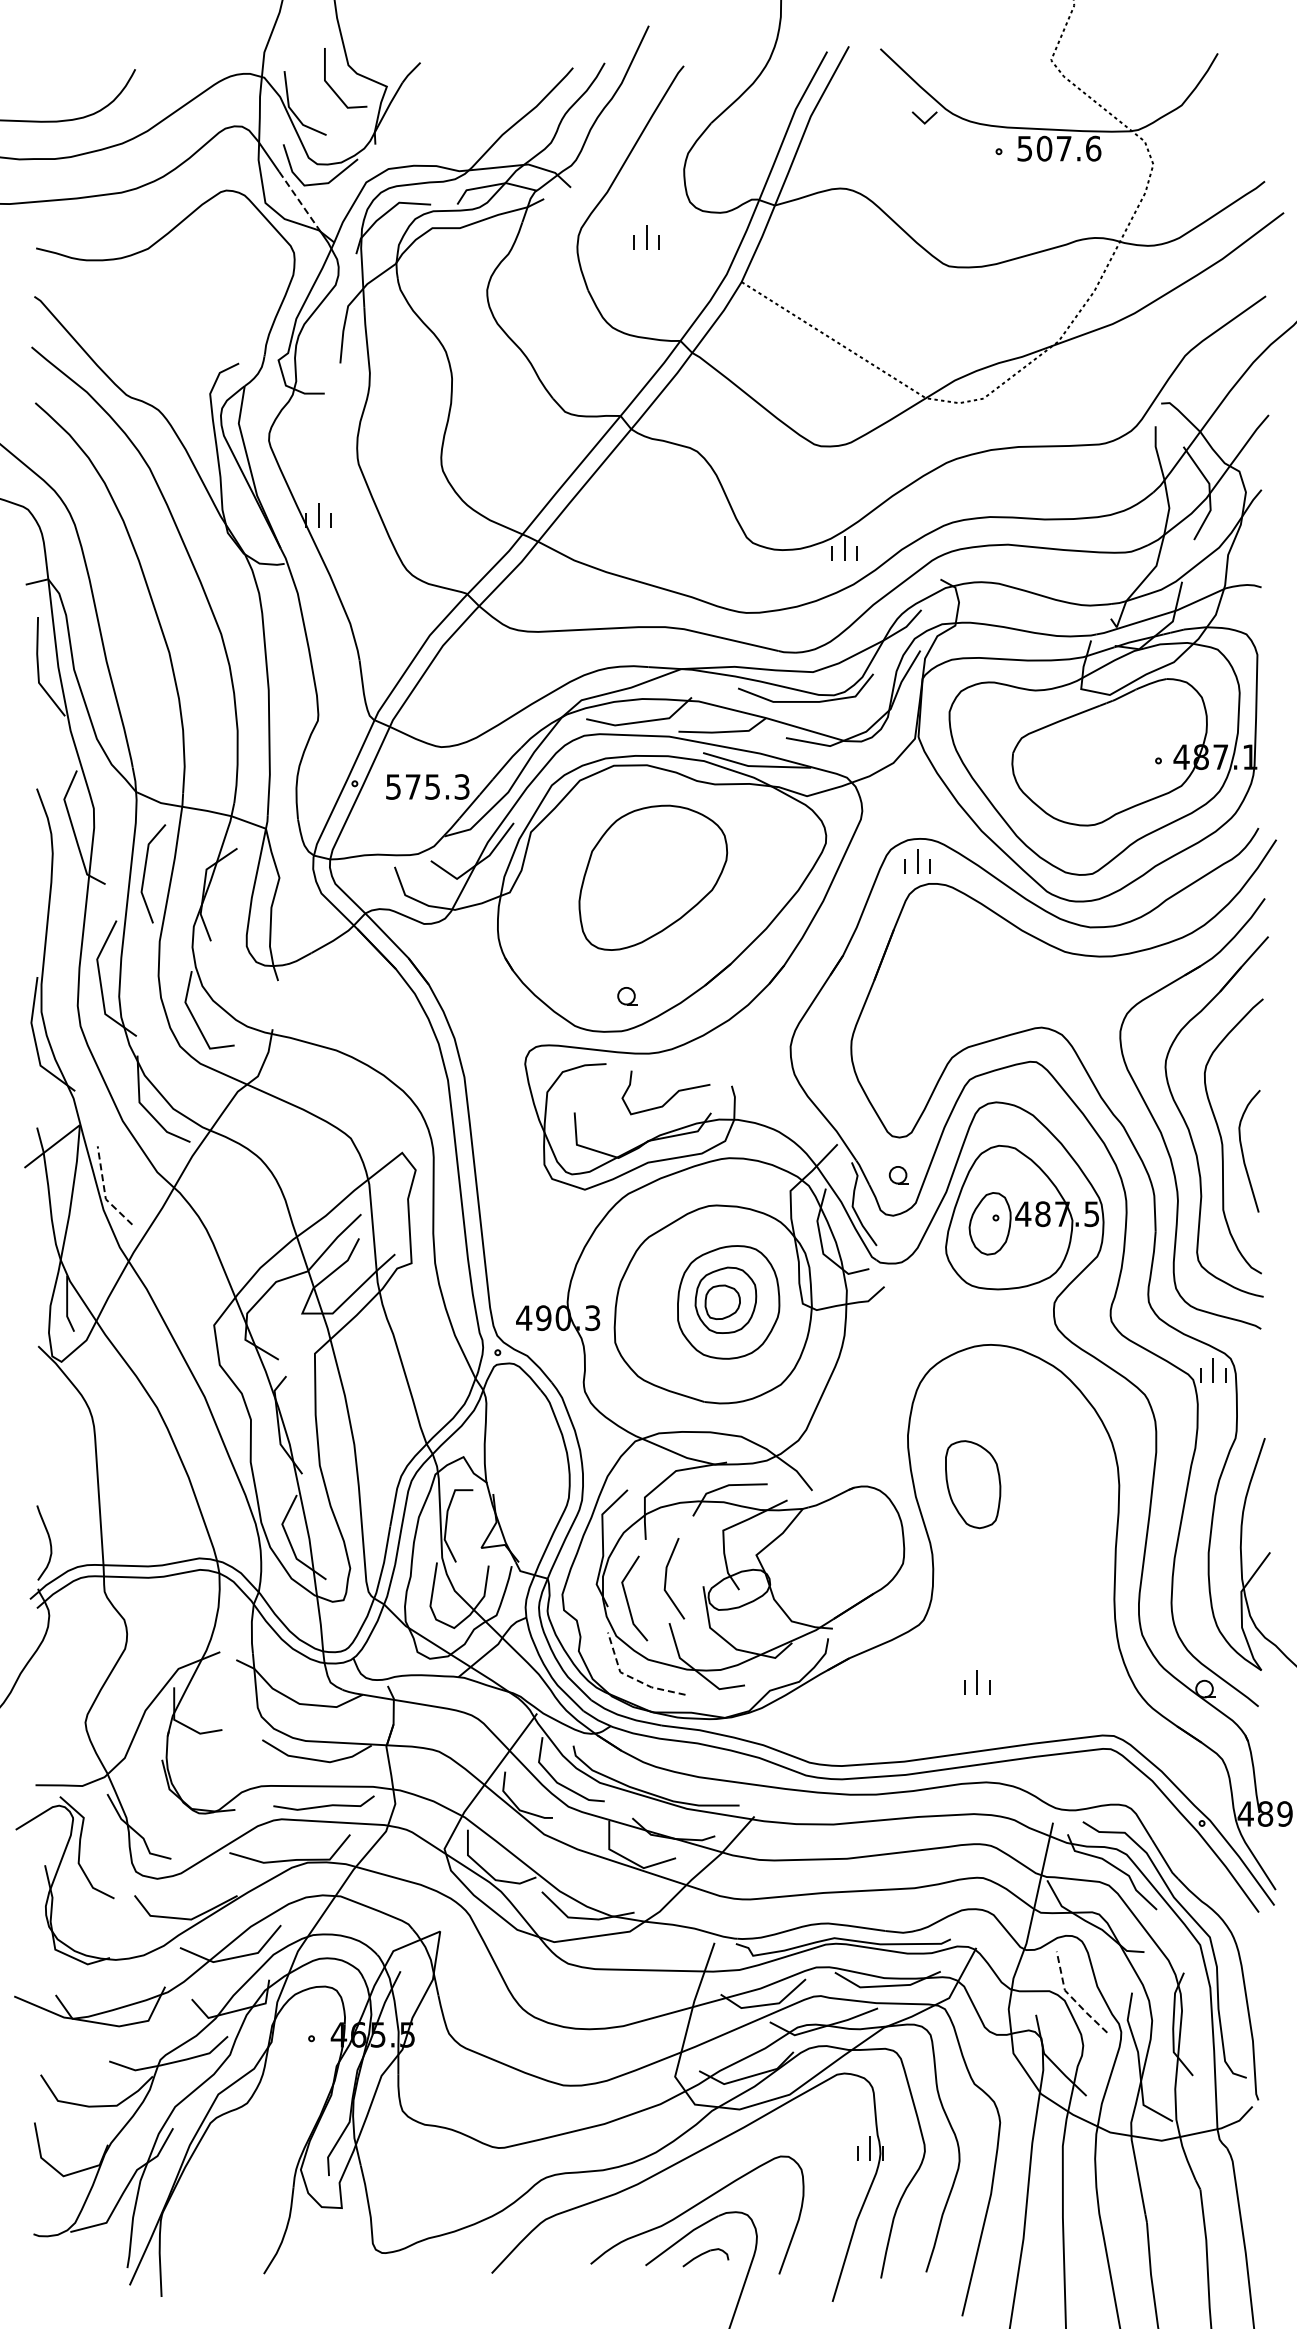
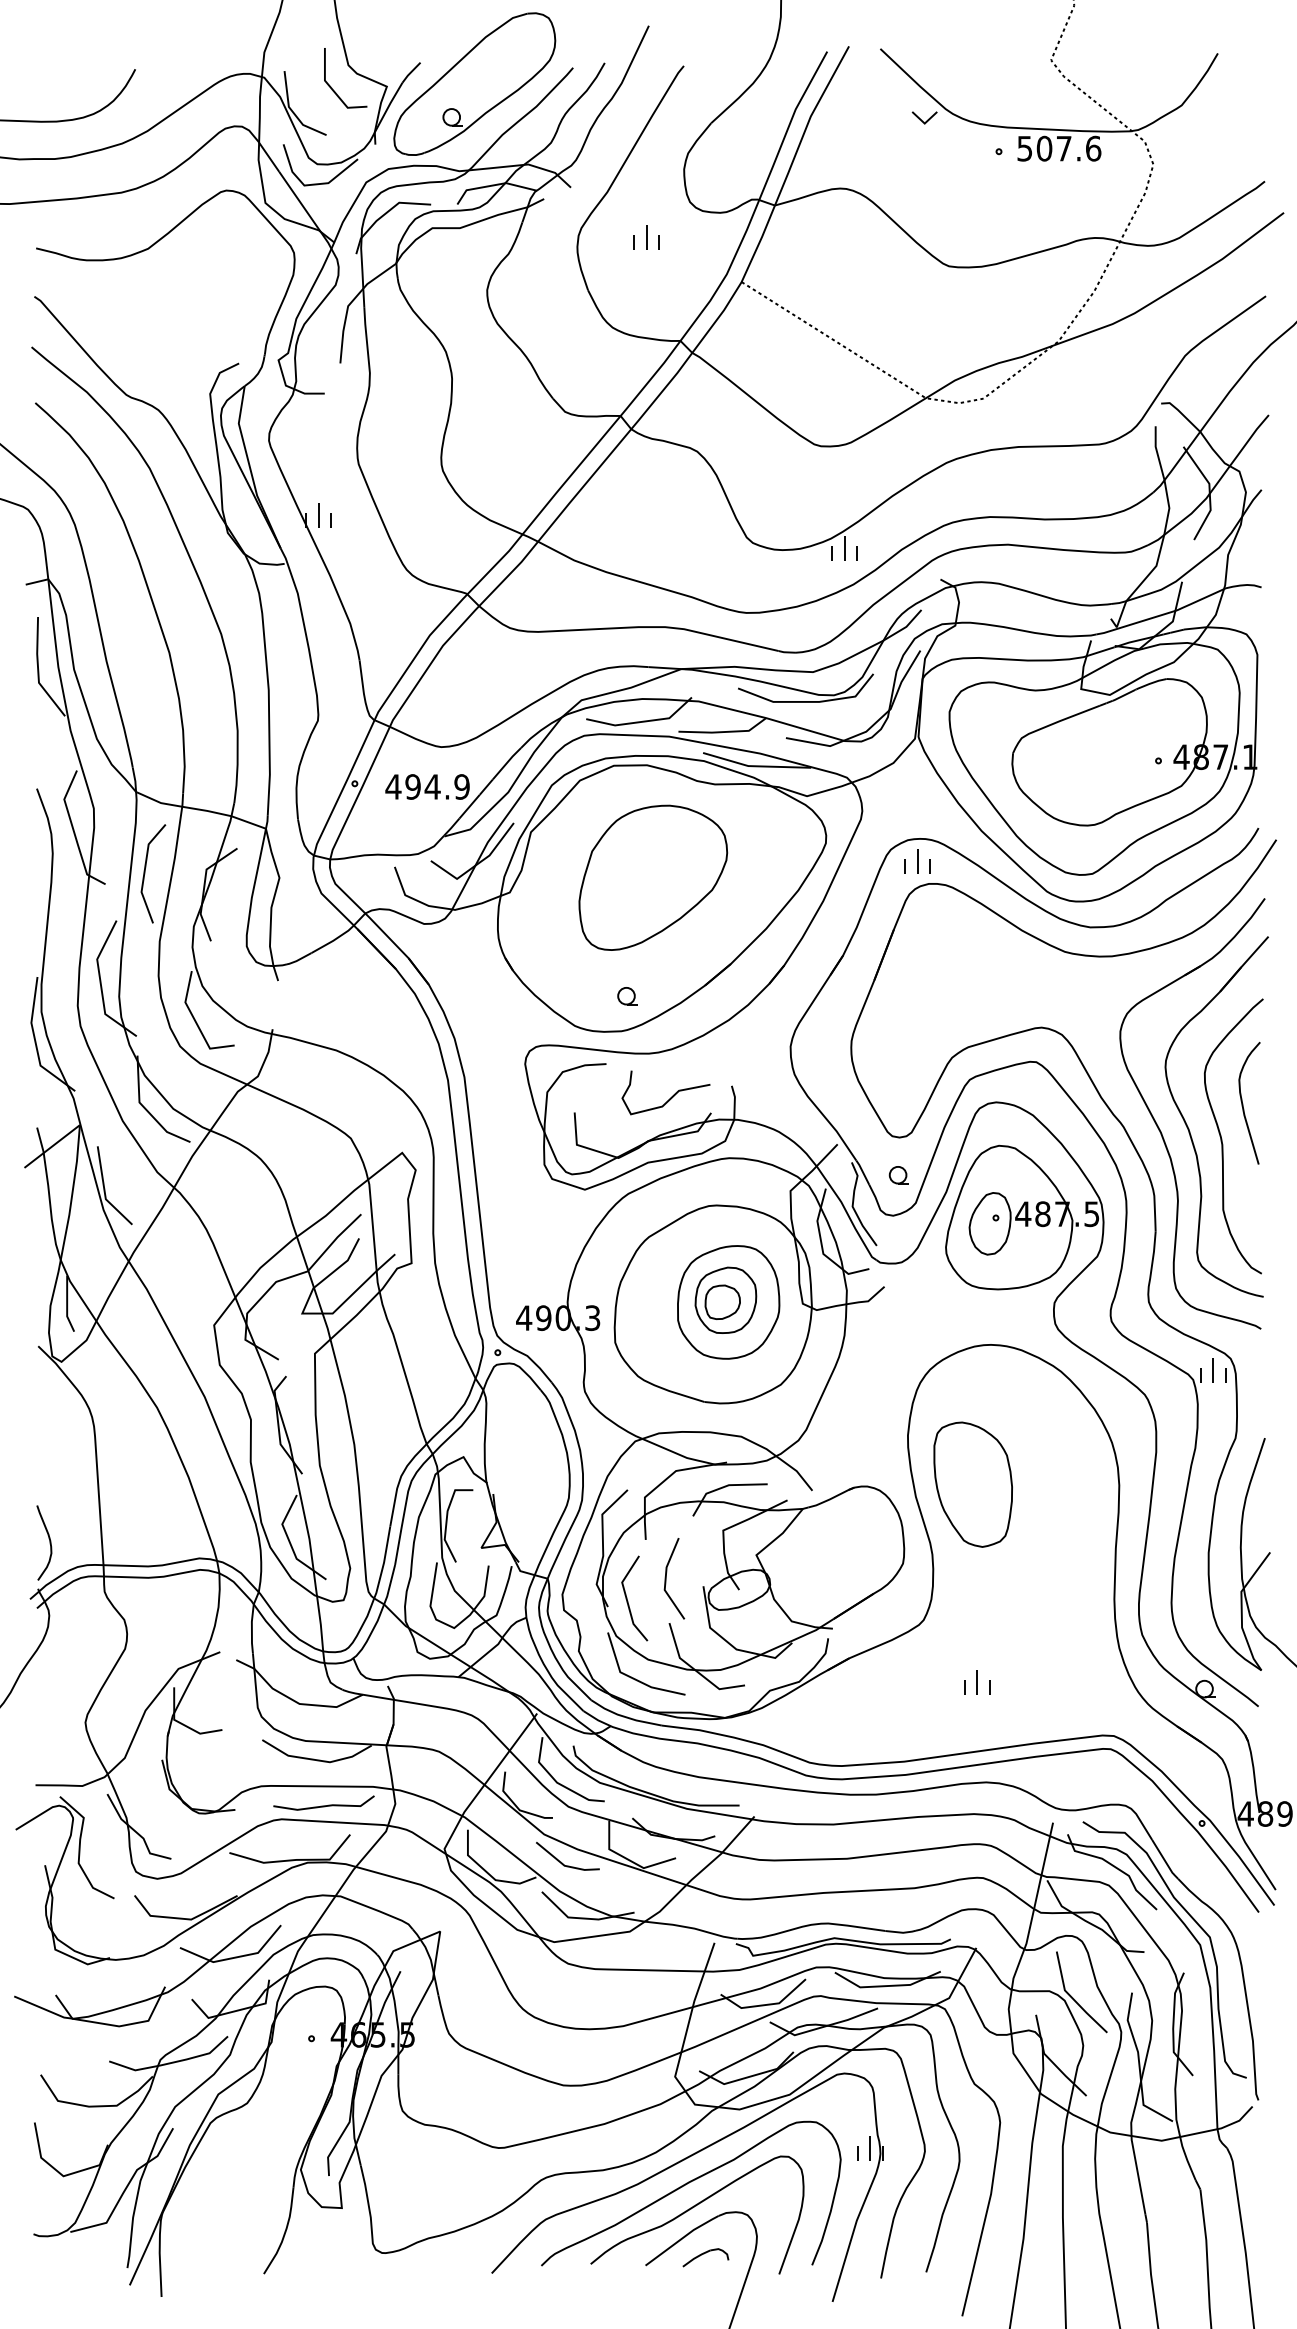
part at (474, 83): none -> present
line at (299, 200): dashed -> solid
text at (427, 786): 575.3 -> 494.9
curve at (1243, 1151) position: (1243, 1151) -> (1243, 1103)
line at (104, 1191): dashed -> solid
part at (973, 1484) size: 57x90 px -> 80x127 px
line at (632, 1678): dashed -> solid
line at (561, 1861): none -> present
line at (1071, 1997): dashed -> solid
curve at (687, 2184): none -> present
